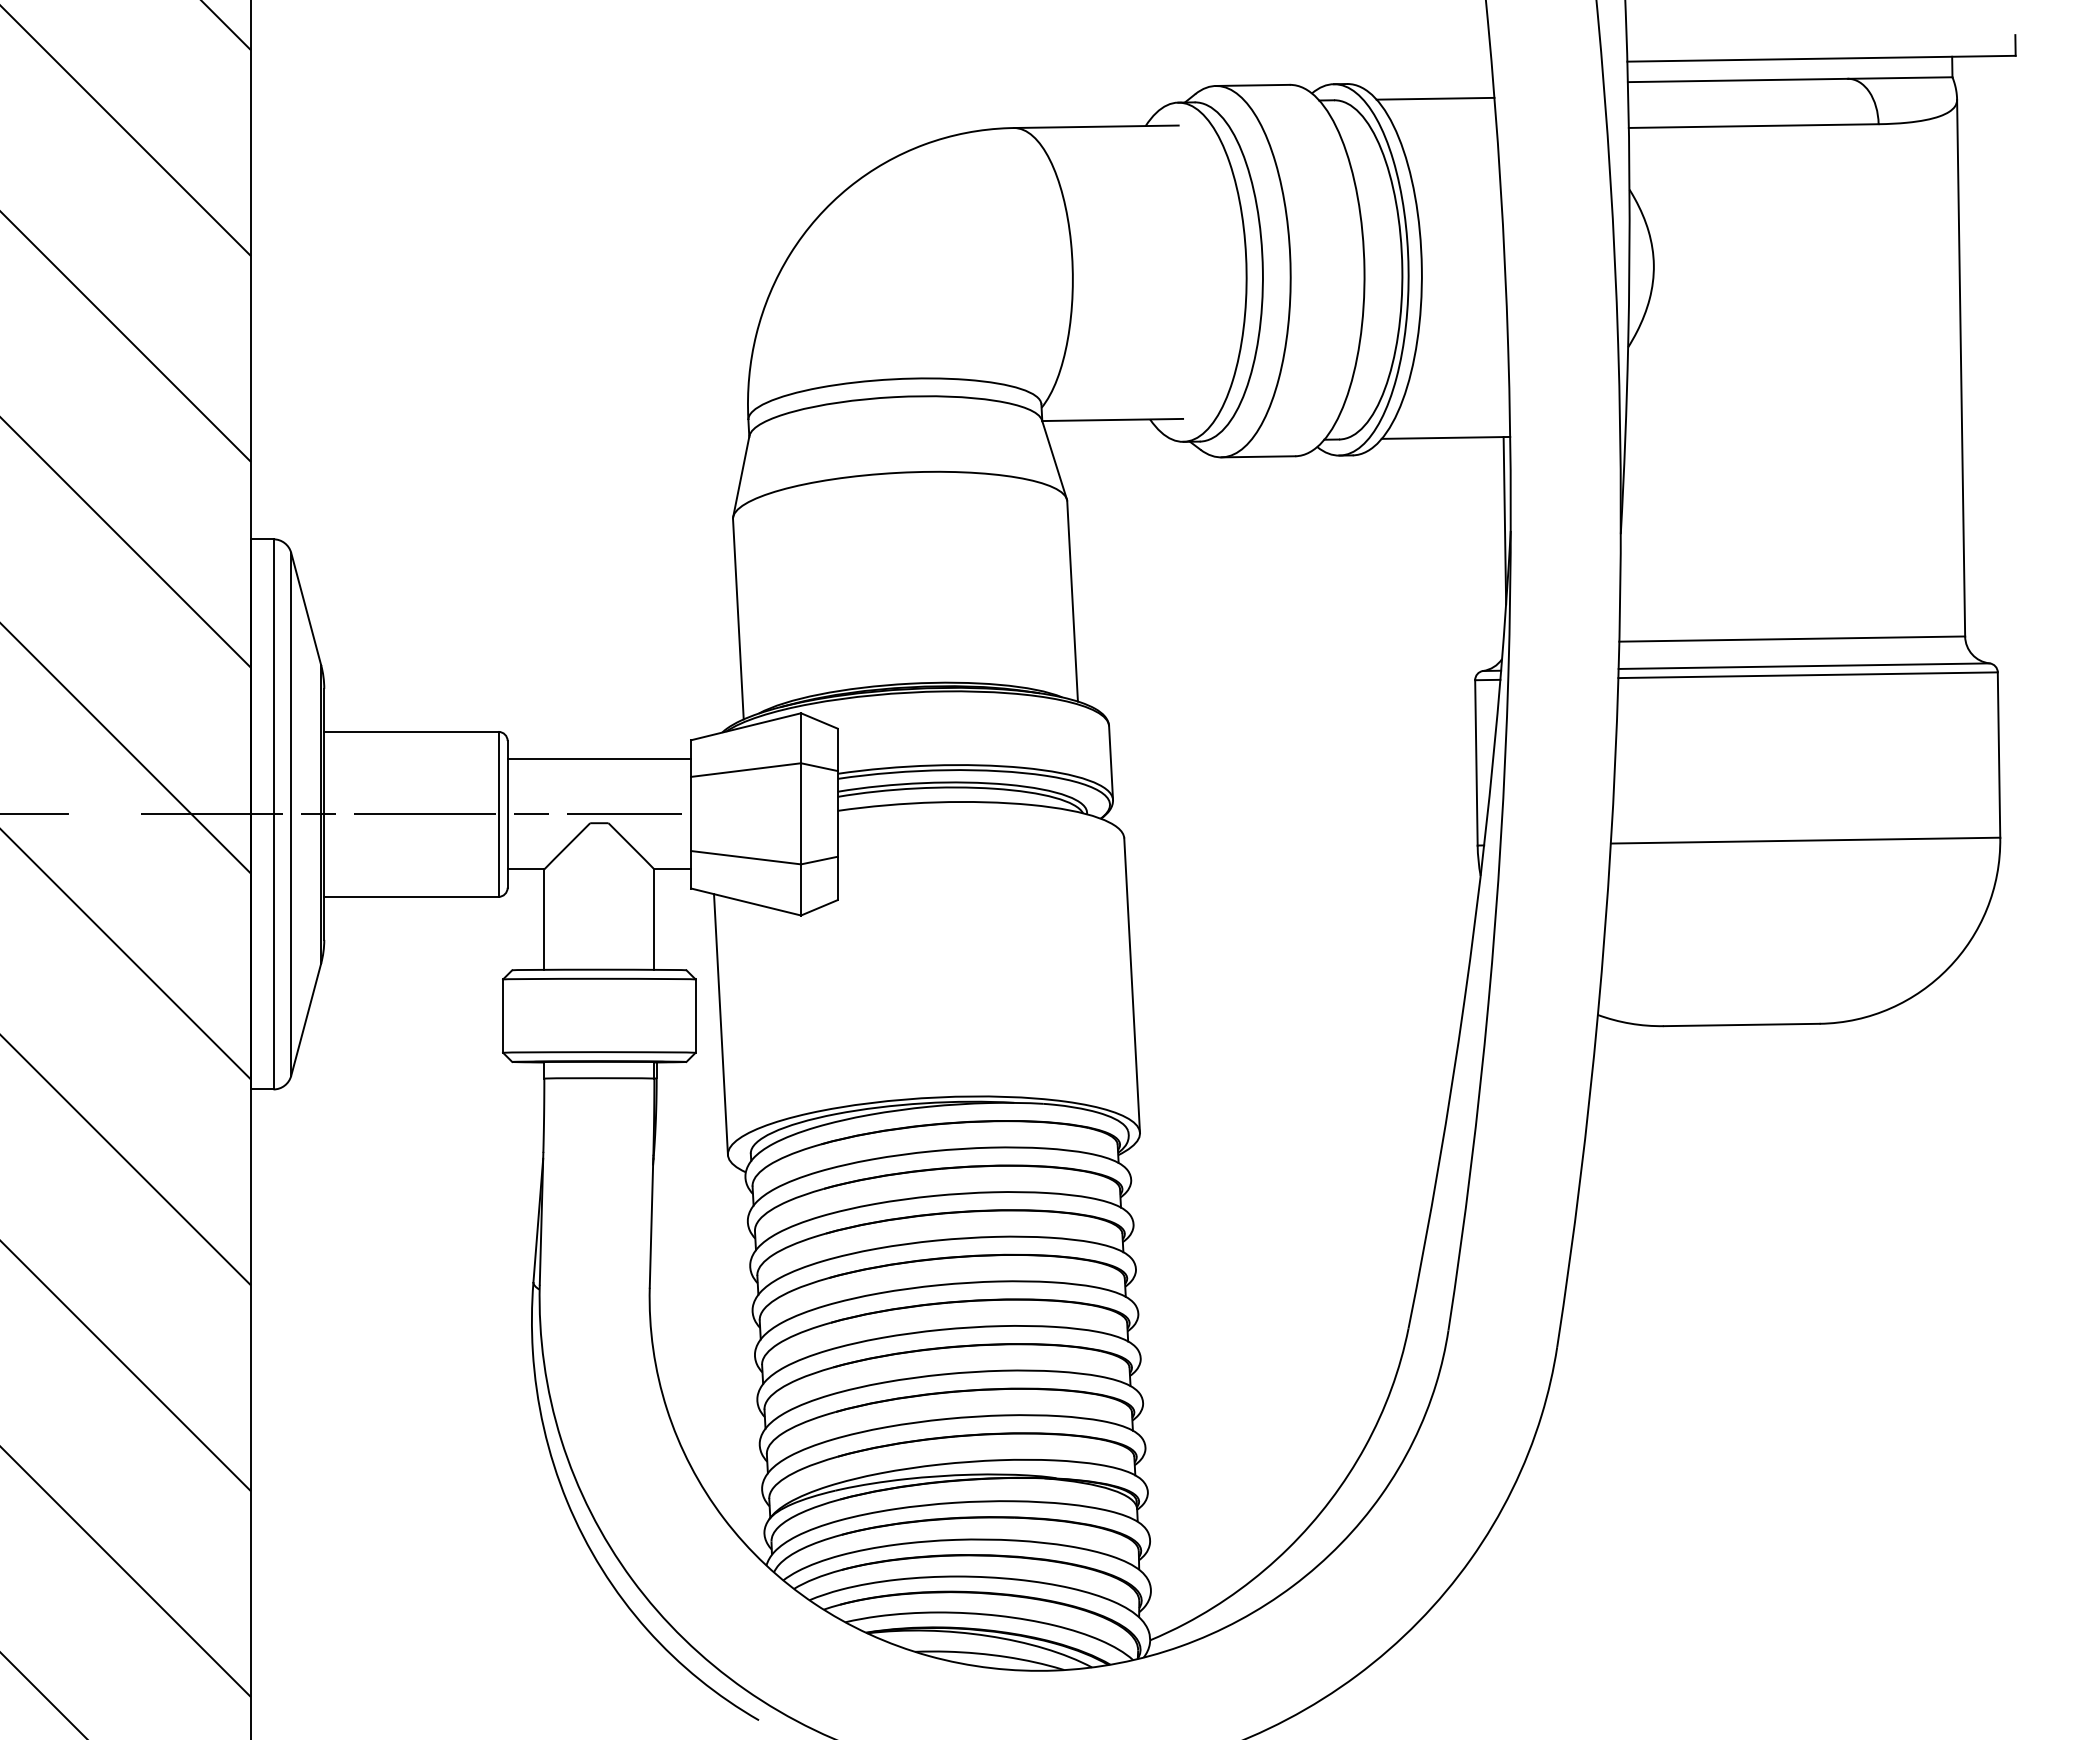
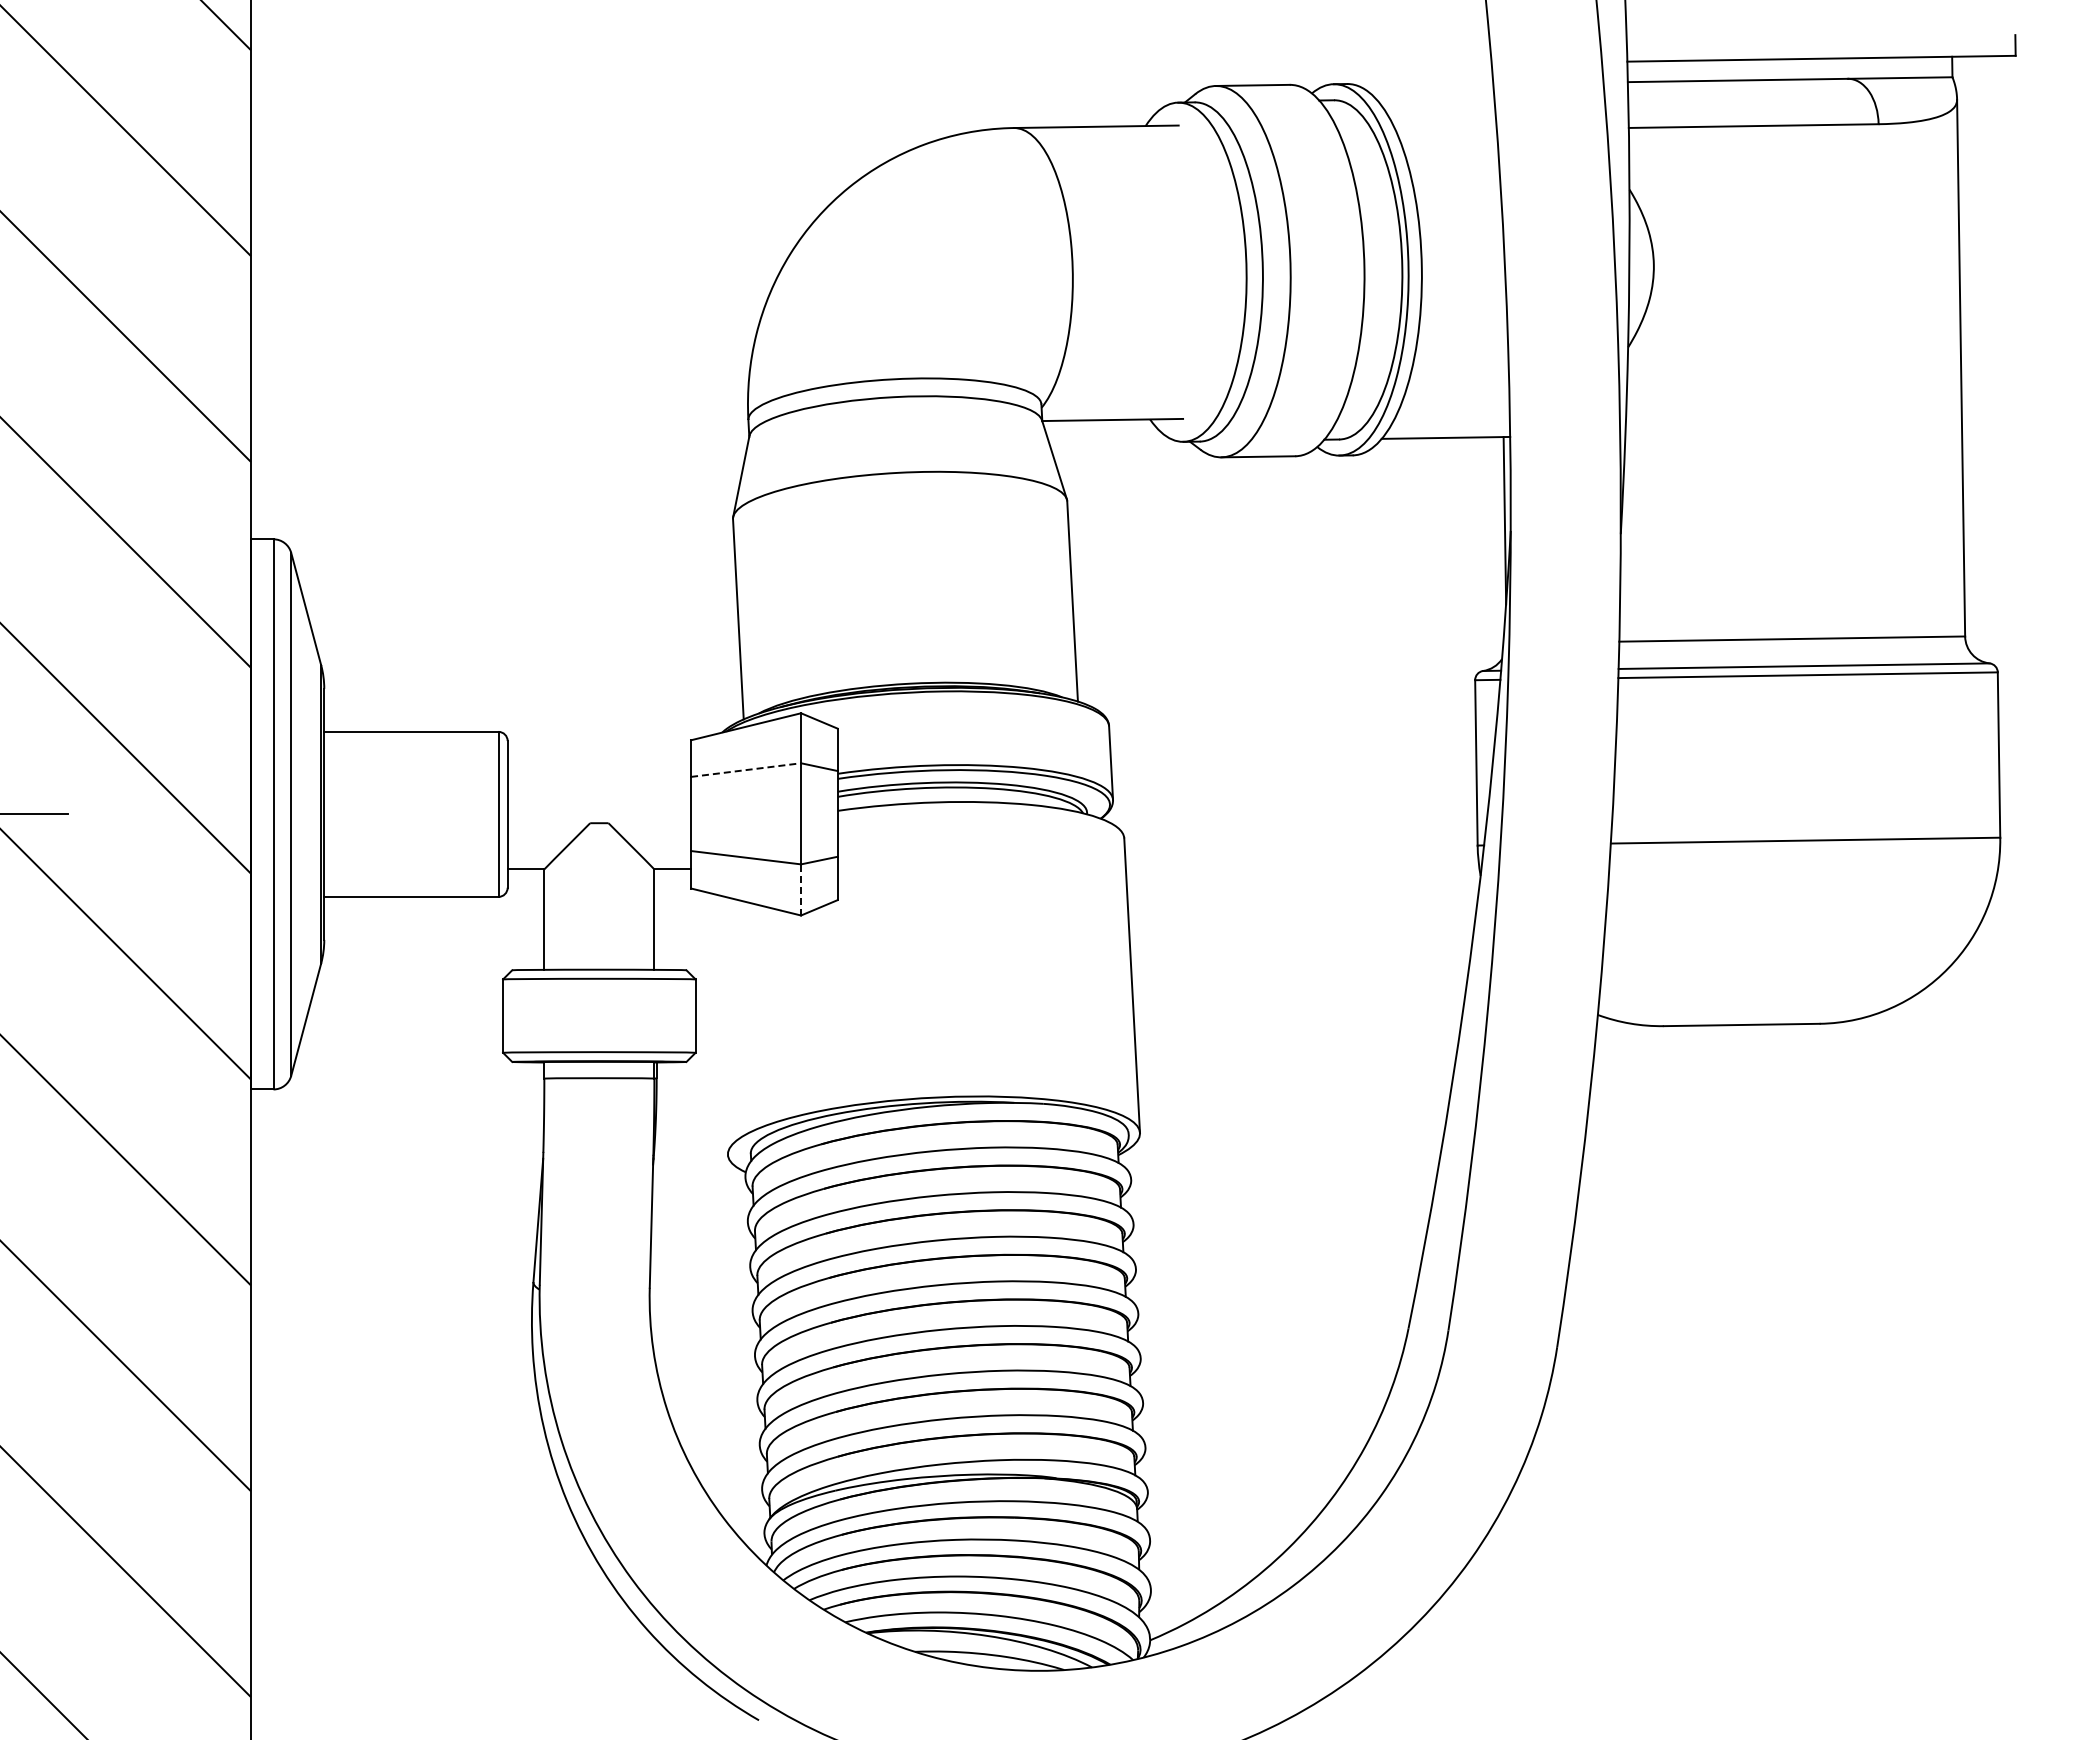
line at (1435, 98): present -> none
line at (599, 759): present -> none
line at (746, 770): solid -> dashed
line at (410, 814): present -> none
line at (801, 889): solid -> dashed
line at (720, 1024): present -> none
